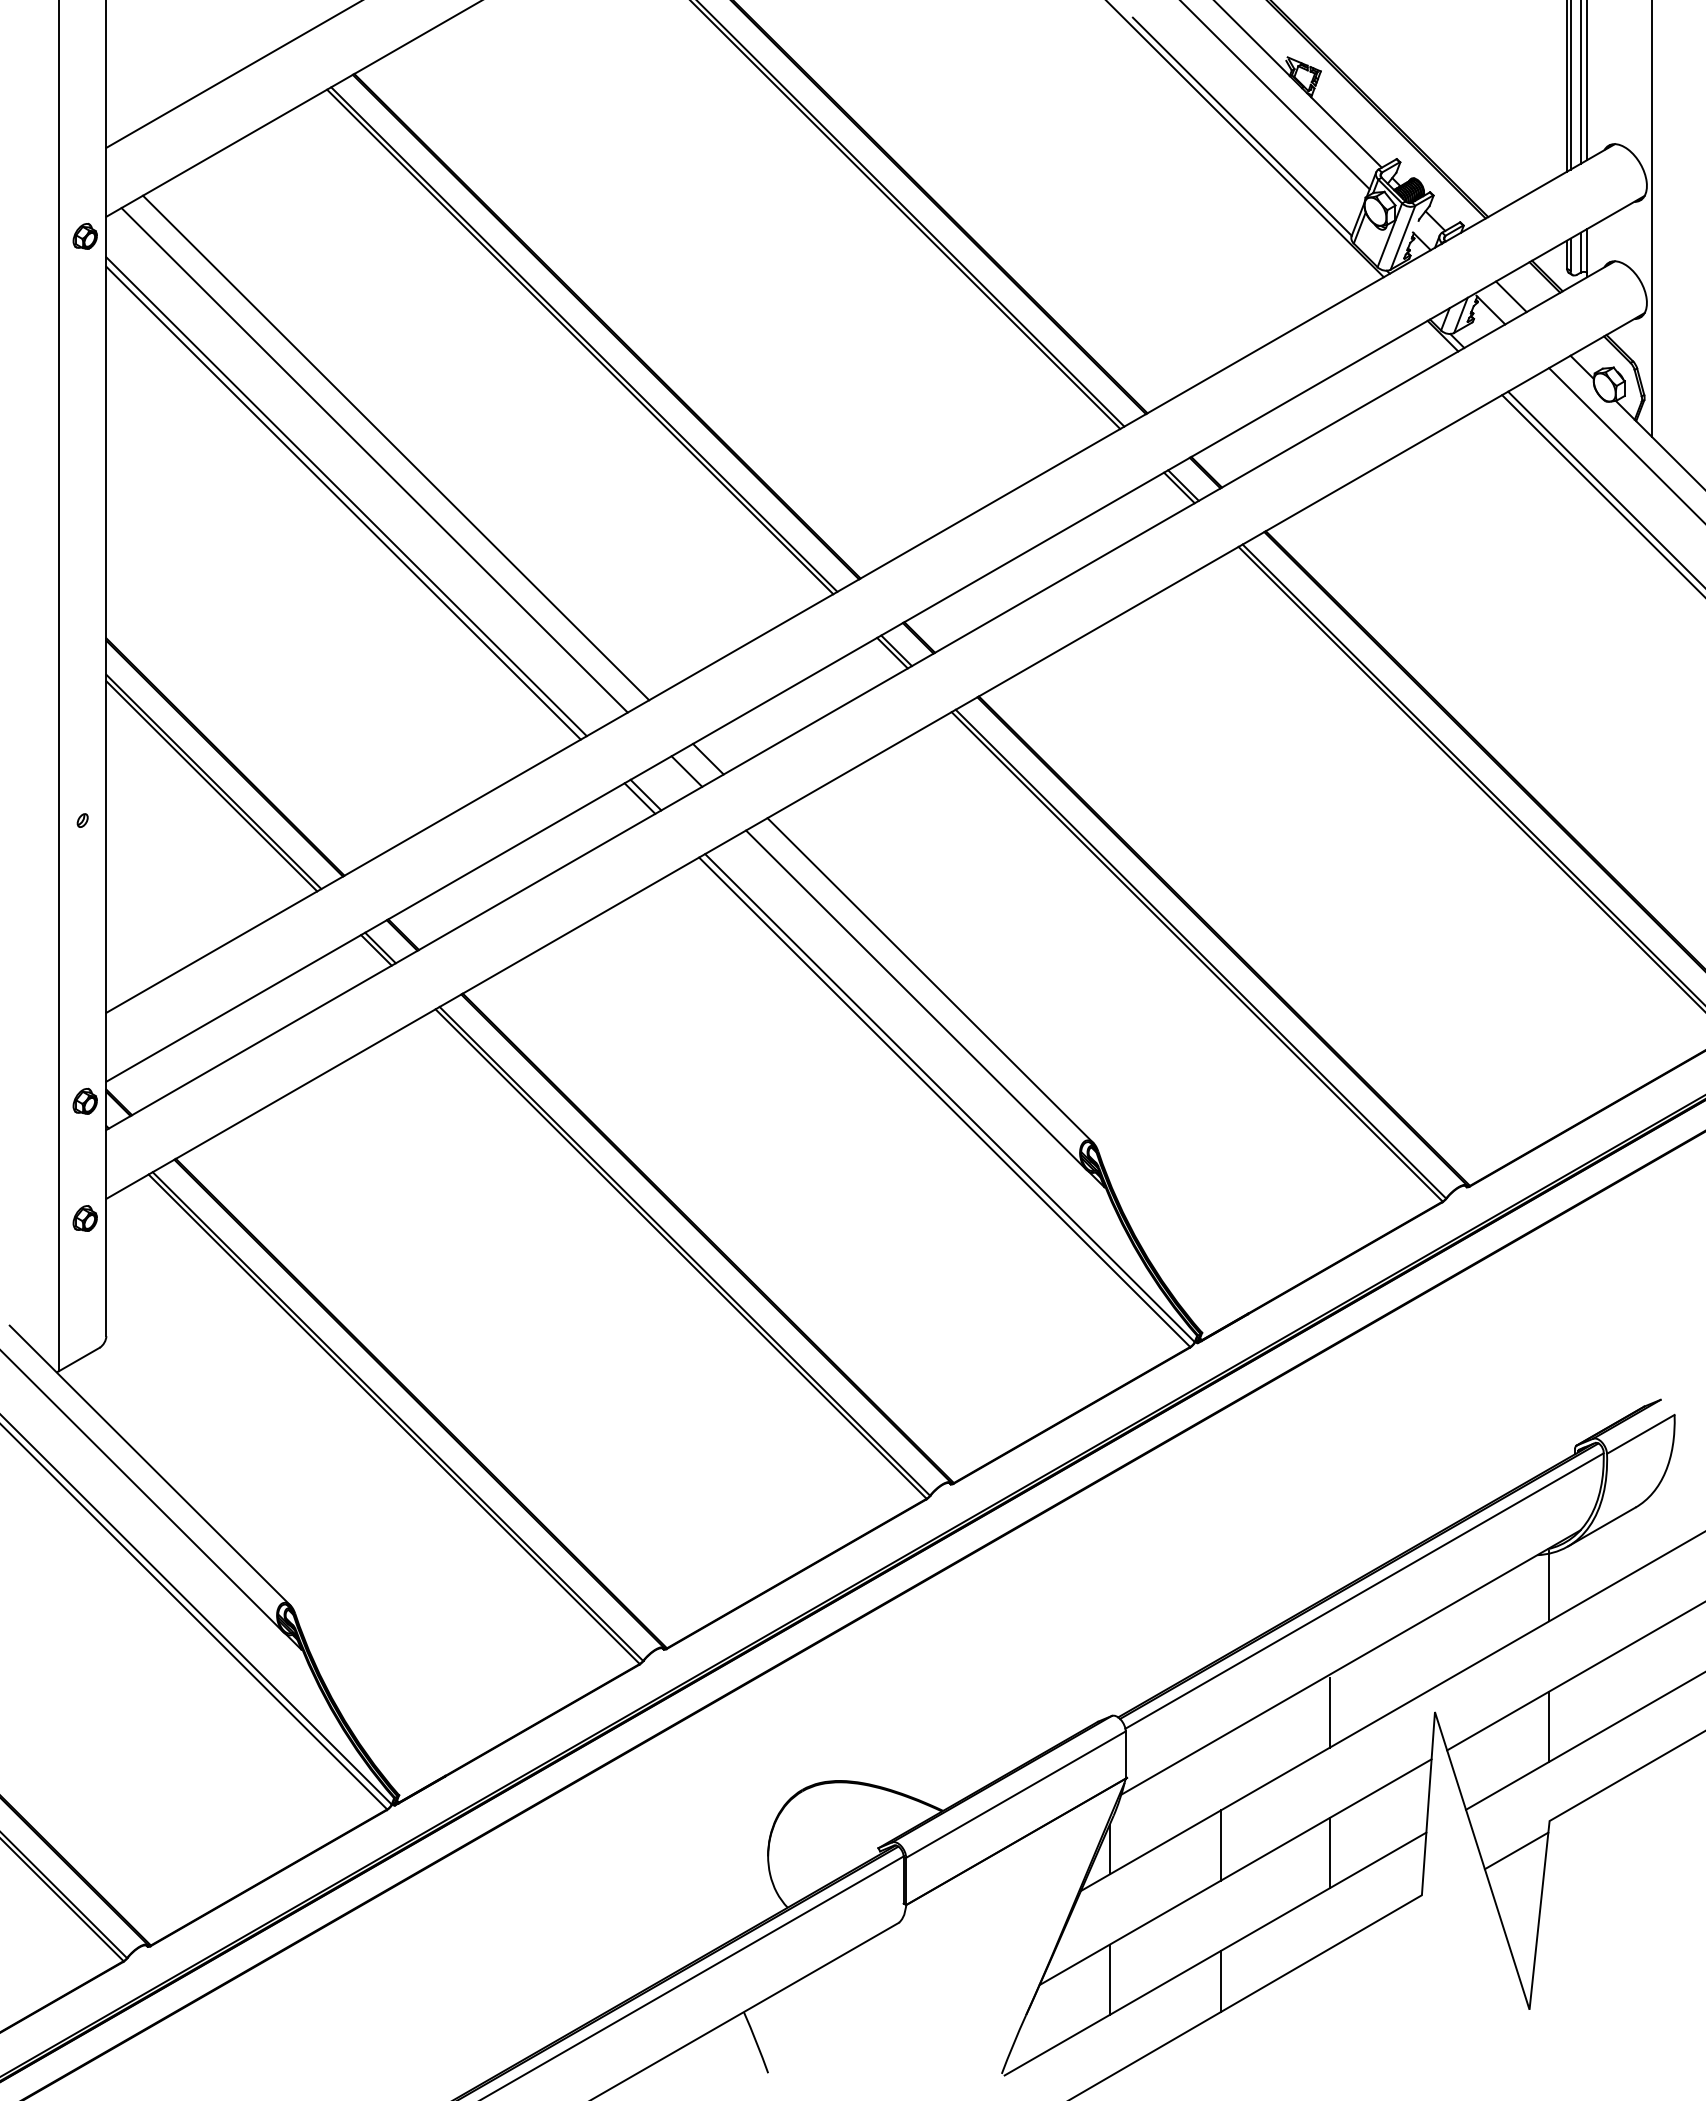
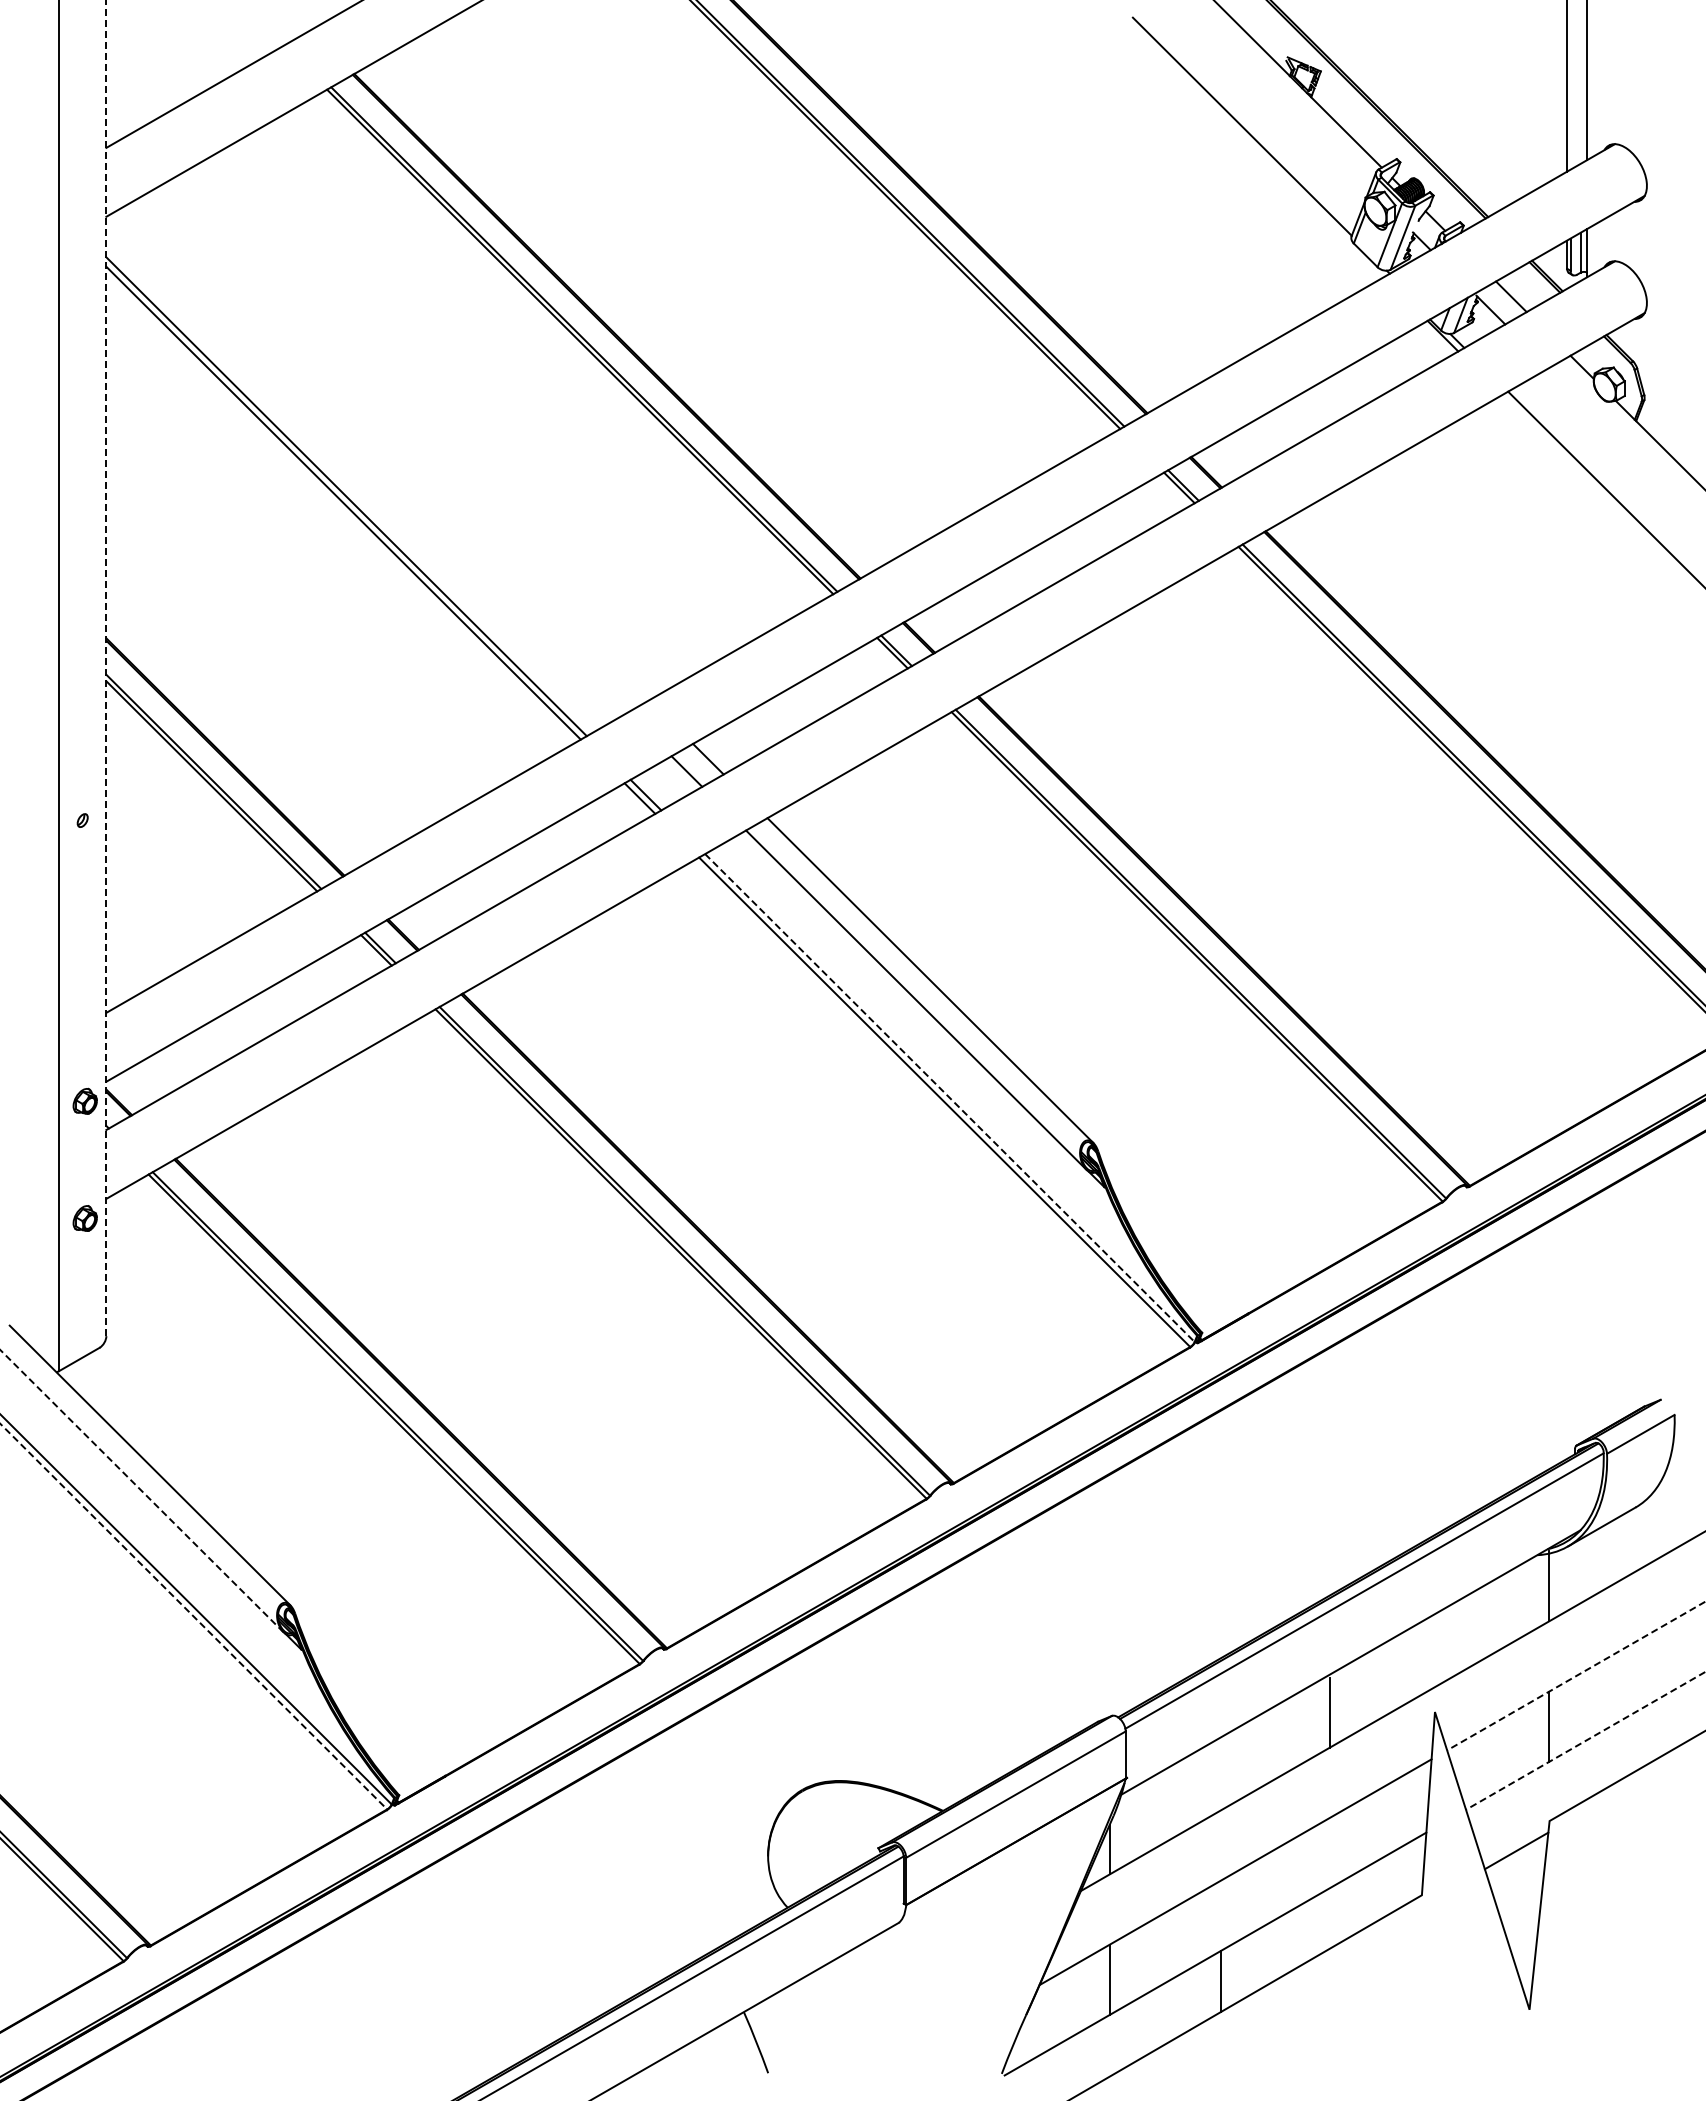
line at (1580, 82): present -> none
line at (1570, 85): present -> none
line at (1275, 95): present -> none
line at (1245, 139): present -> none
line at (1651, 219): present -> none
part at (84, 235): present -> none
line at (1625, 444): present -> none
line at (396, 447): present -> none
line at (374, 460): present -> none
line at (1602, 495): present -> none
line at (106, 668): solid -> dashed
line at (949, 1098): solid -> dashed
line at (141, 1491): solid -> dashed
line at (194, 1616): solid -> dashed
line at (1576, 1676): solid -> dashed
line at (1585, 1740): solid -> dashed
line at (1221, 1845): present -> none
line at (1329, 1853): present -> none
